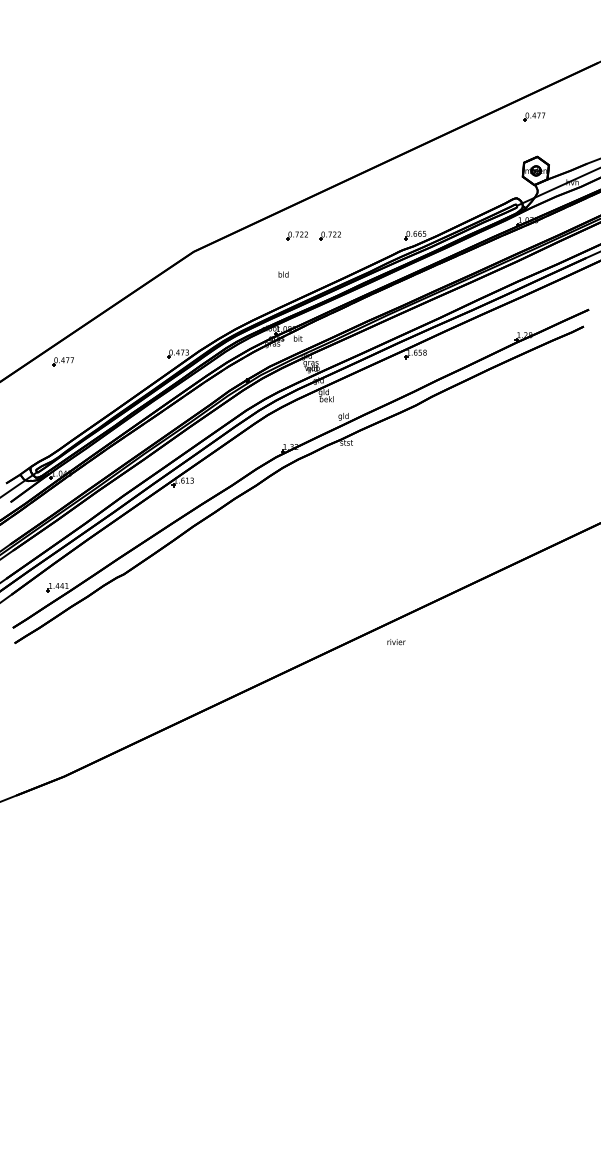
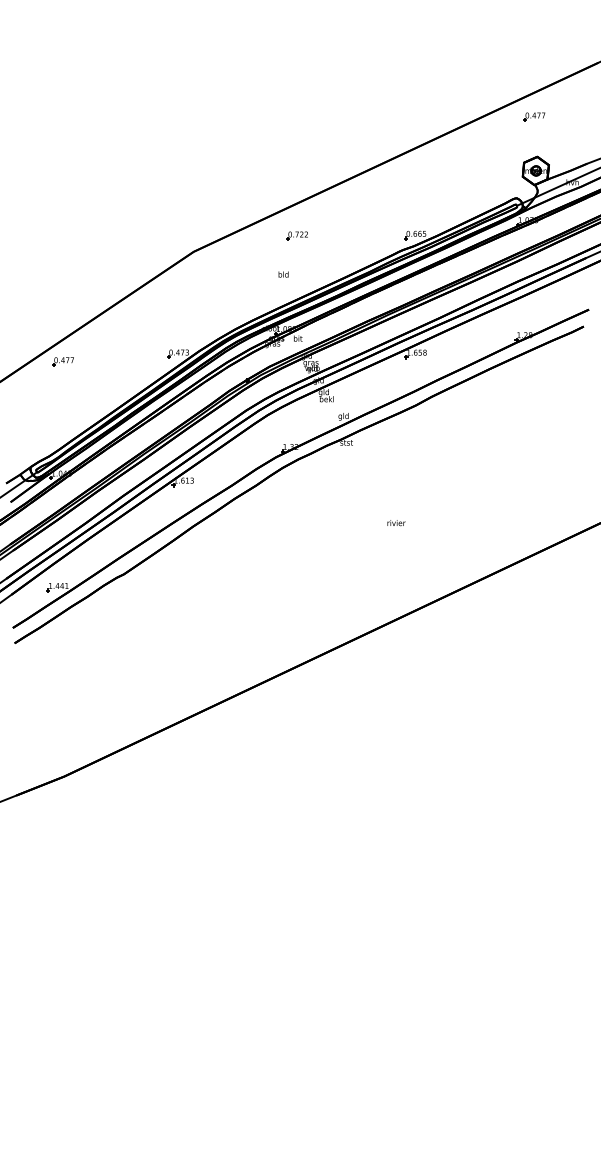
part at (329, 235): present -> none
text at (396, 642) position: (396, 642) -> (396, 523)
